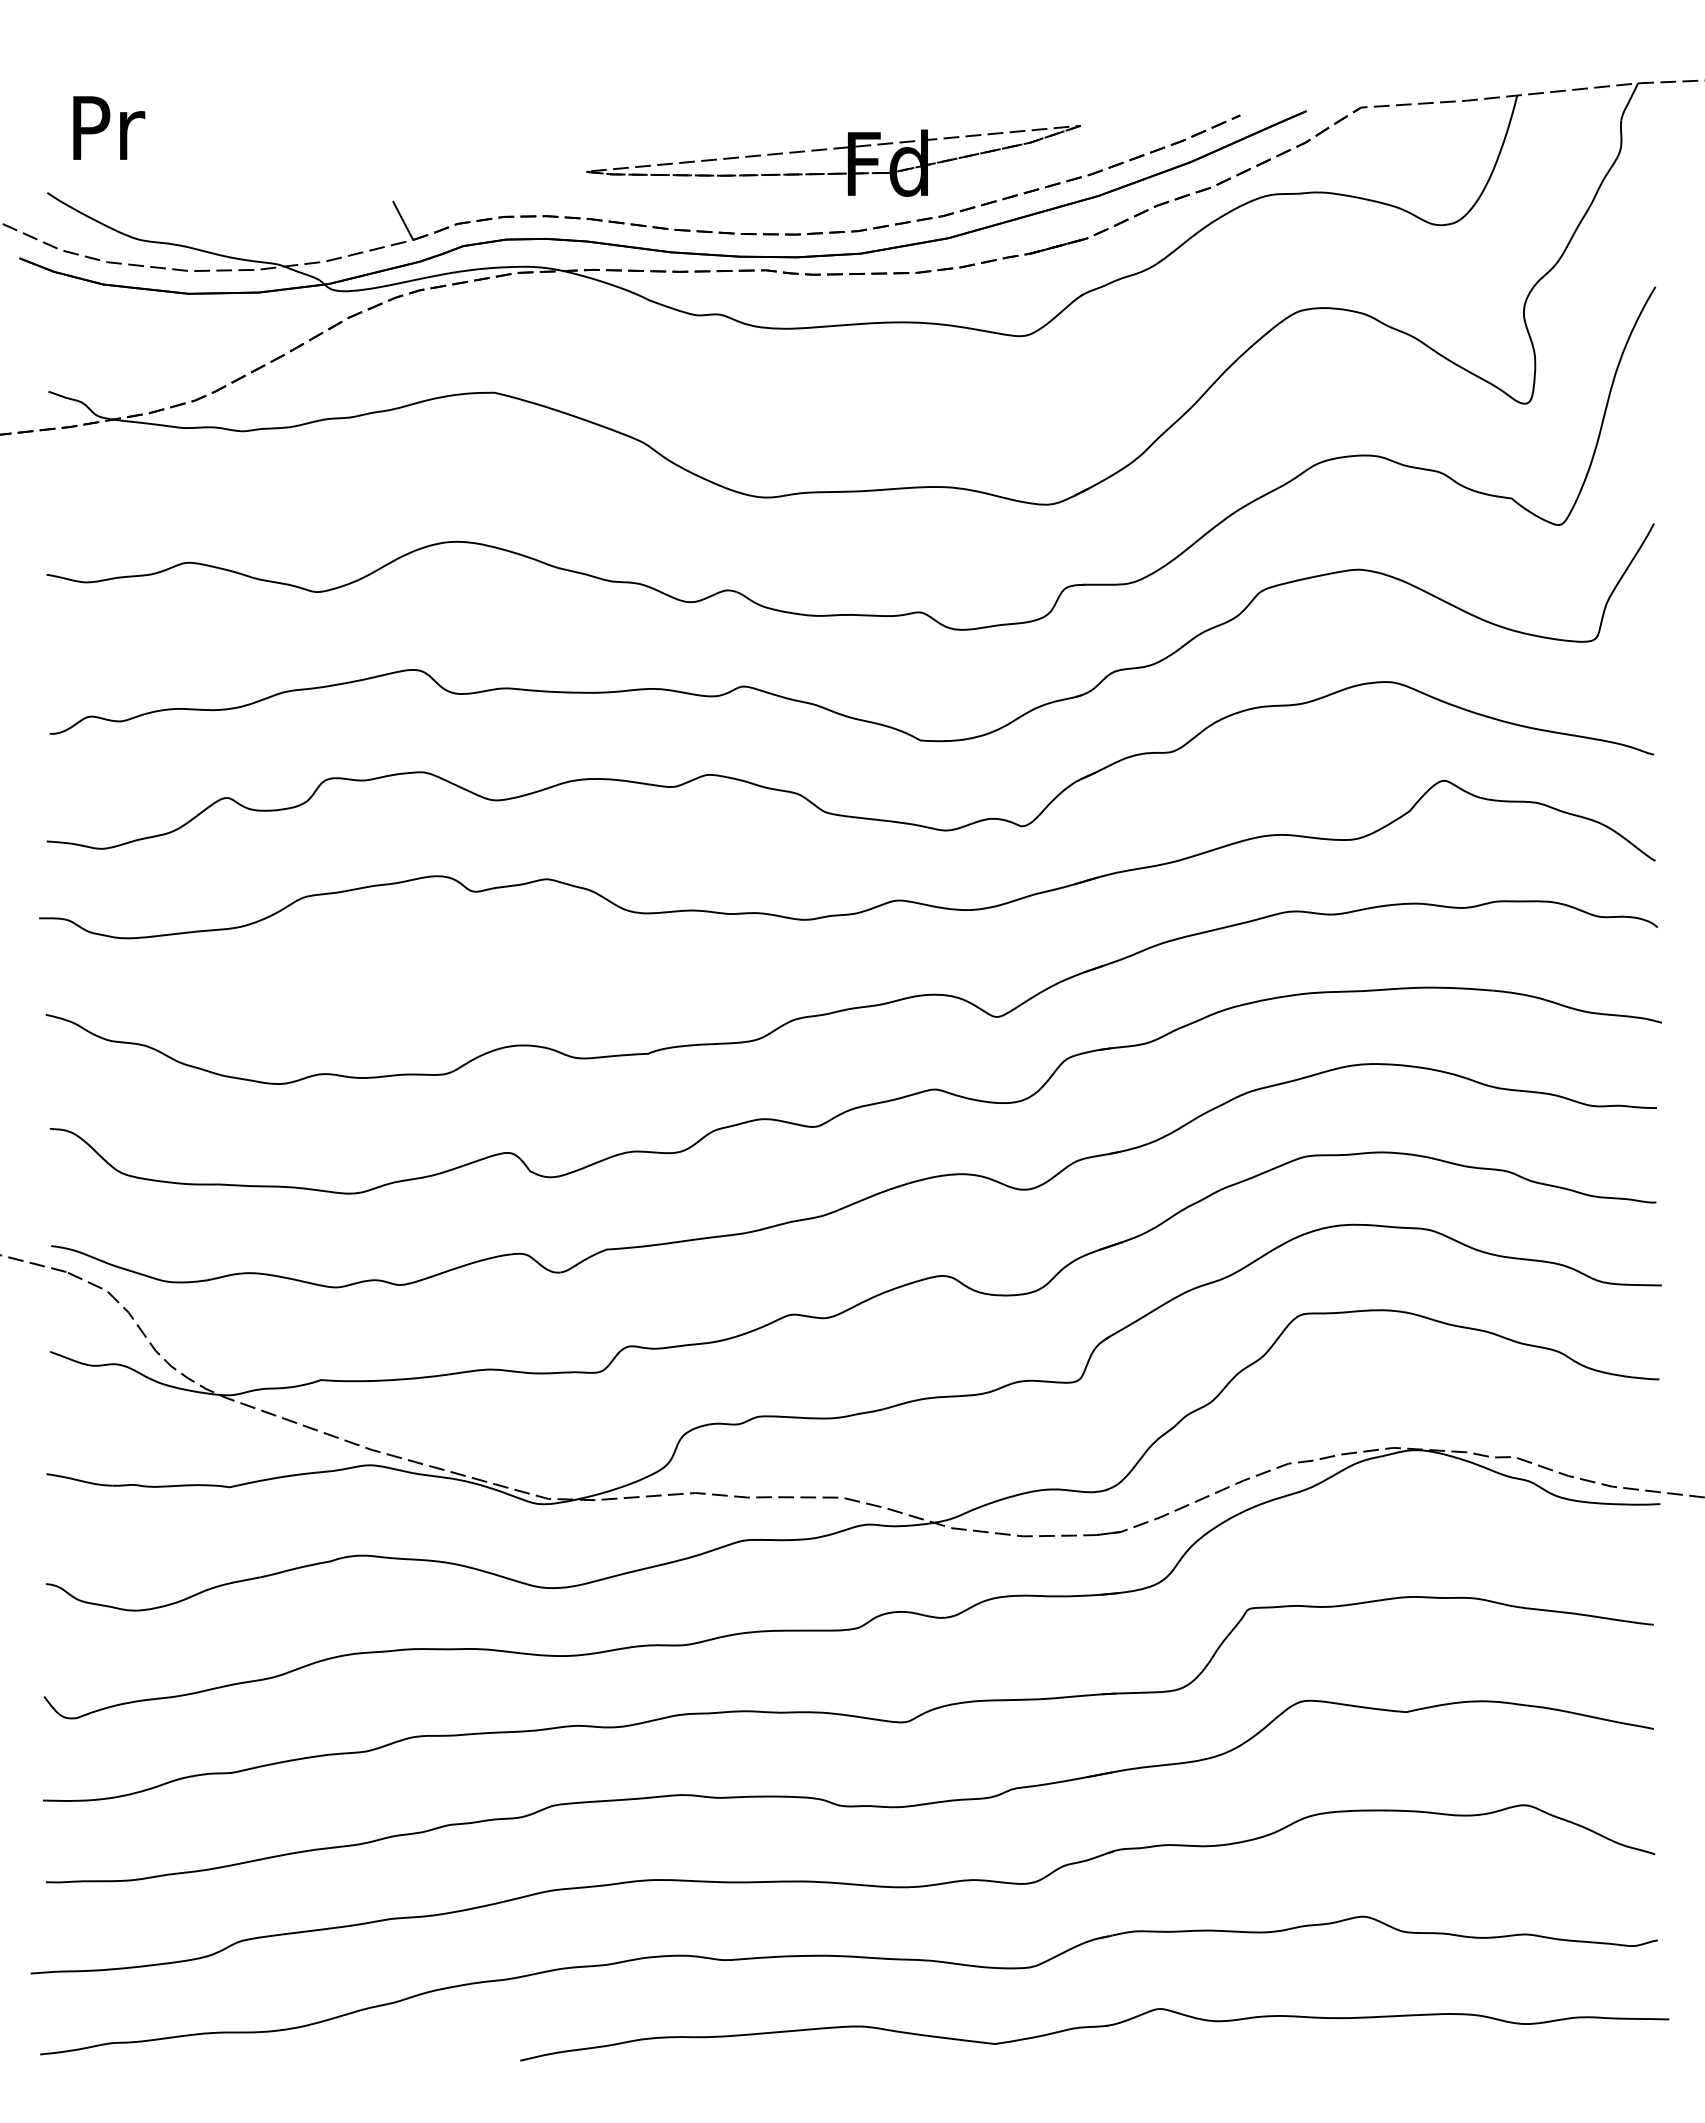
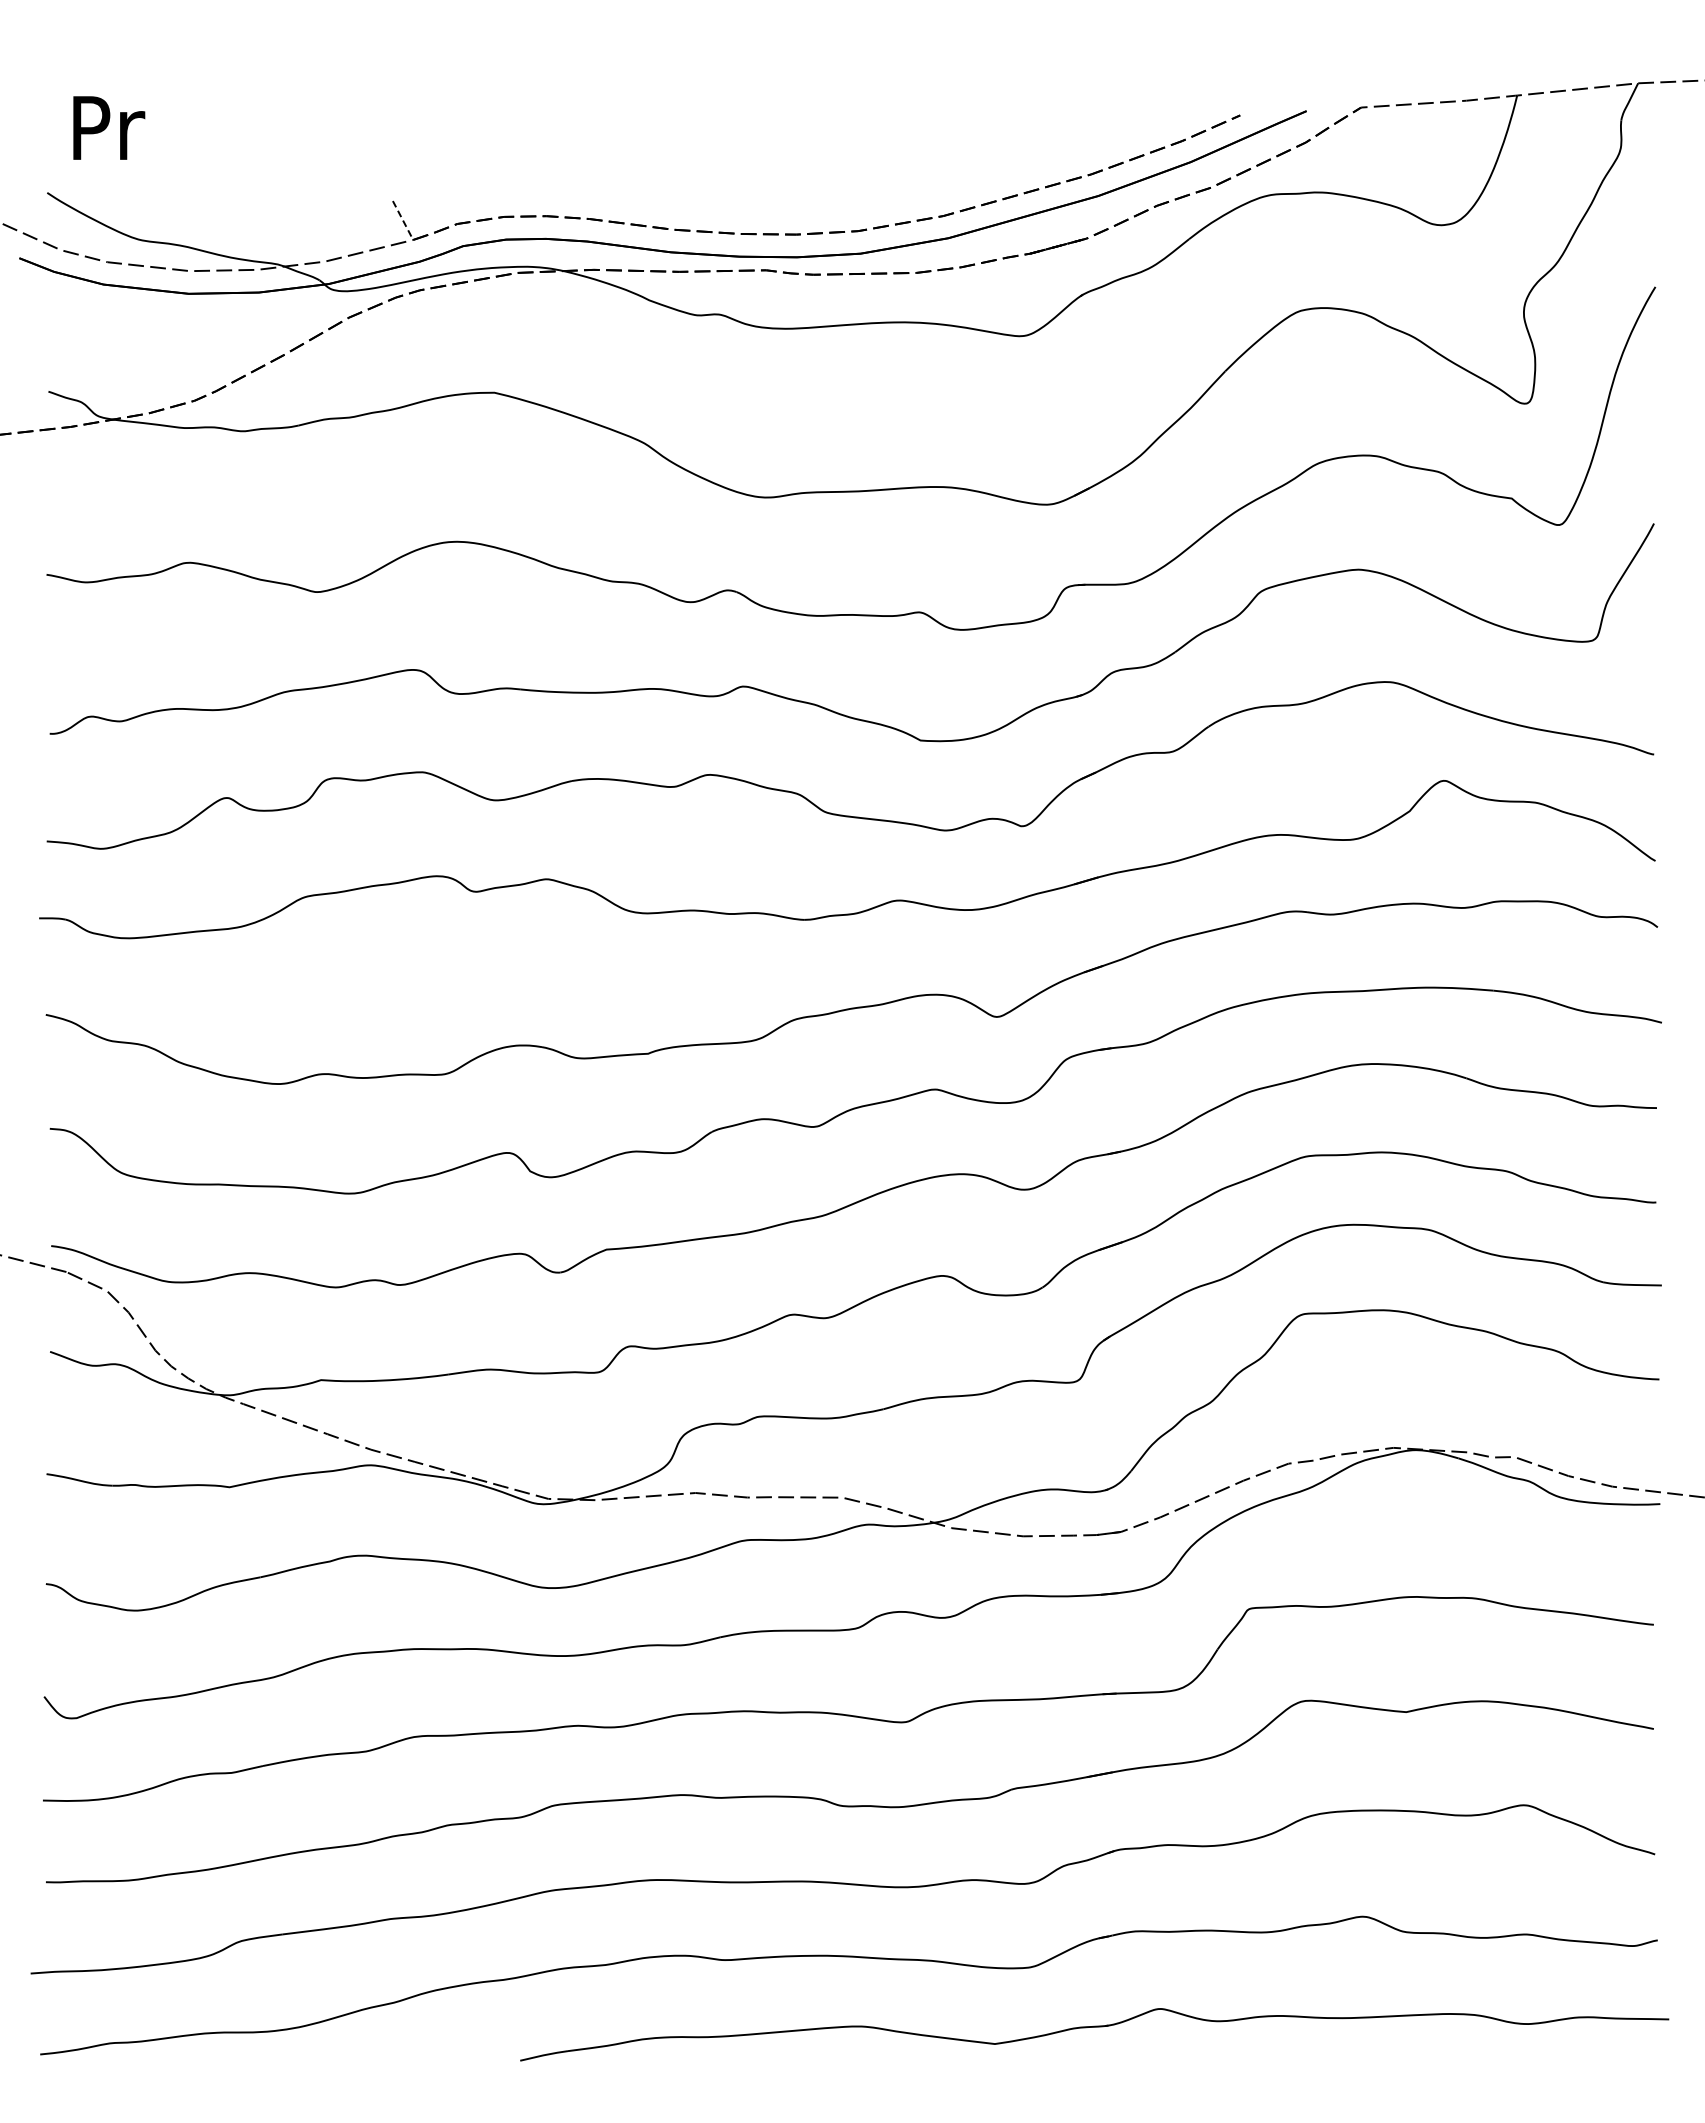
part at (833, 149): present -> none
line at (403, 220): solid -> dashed
